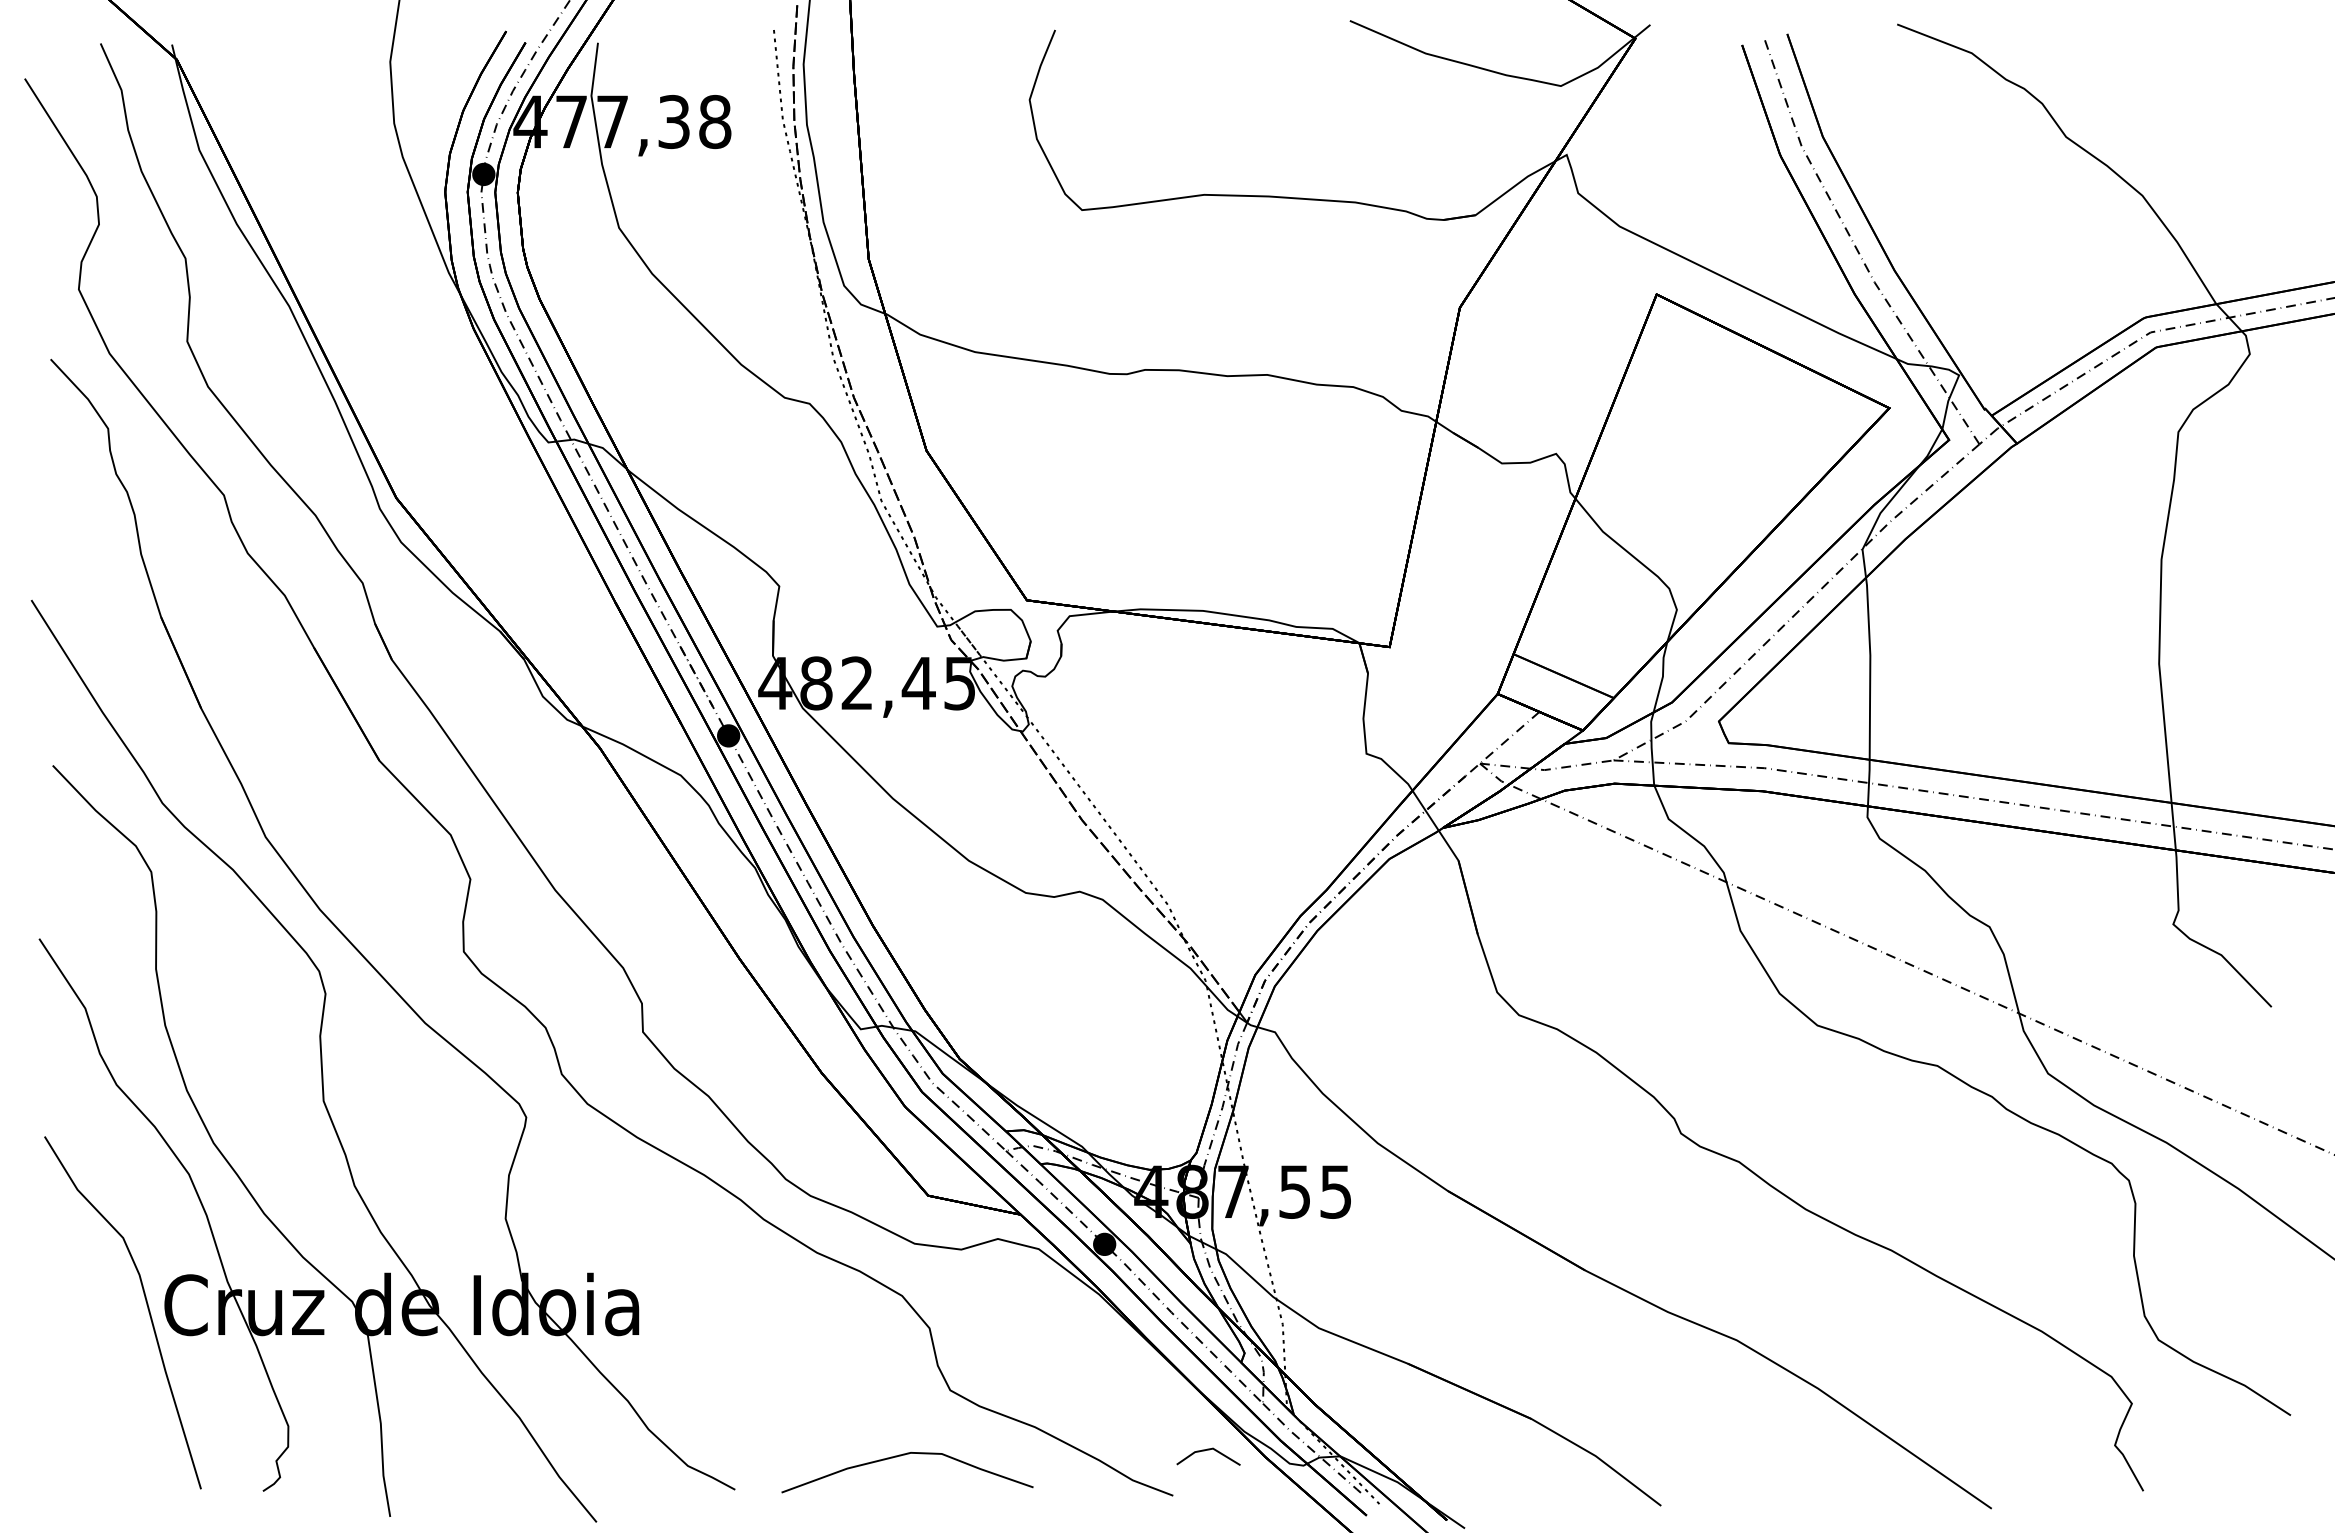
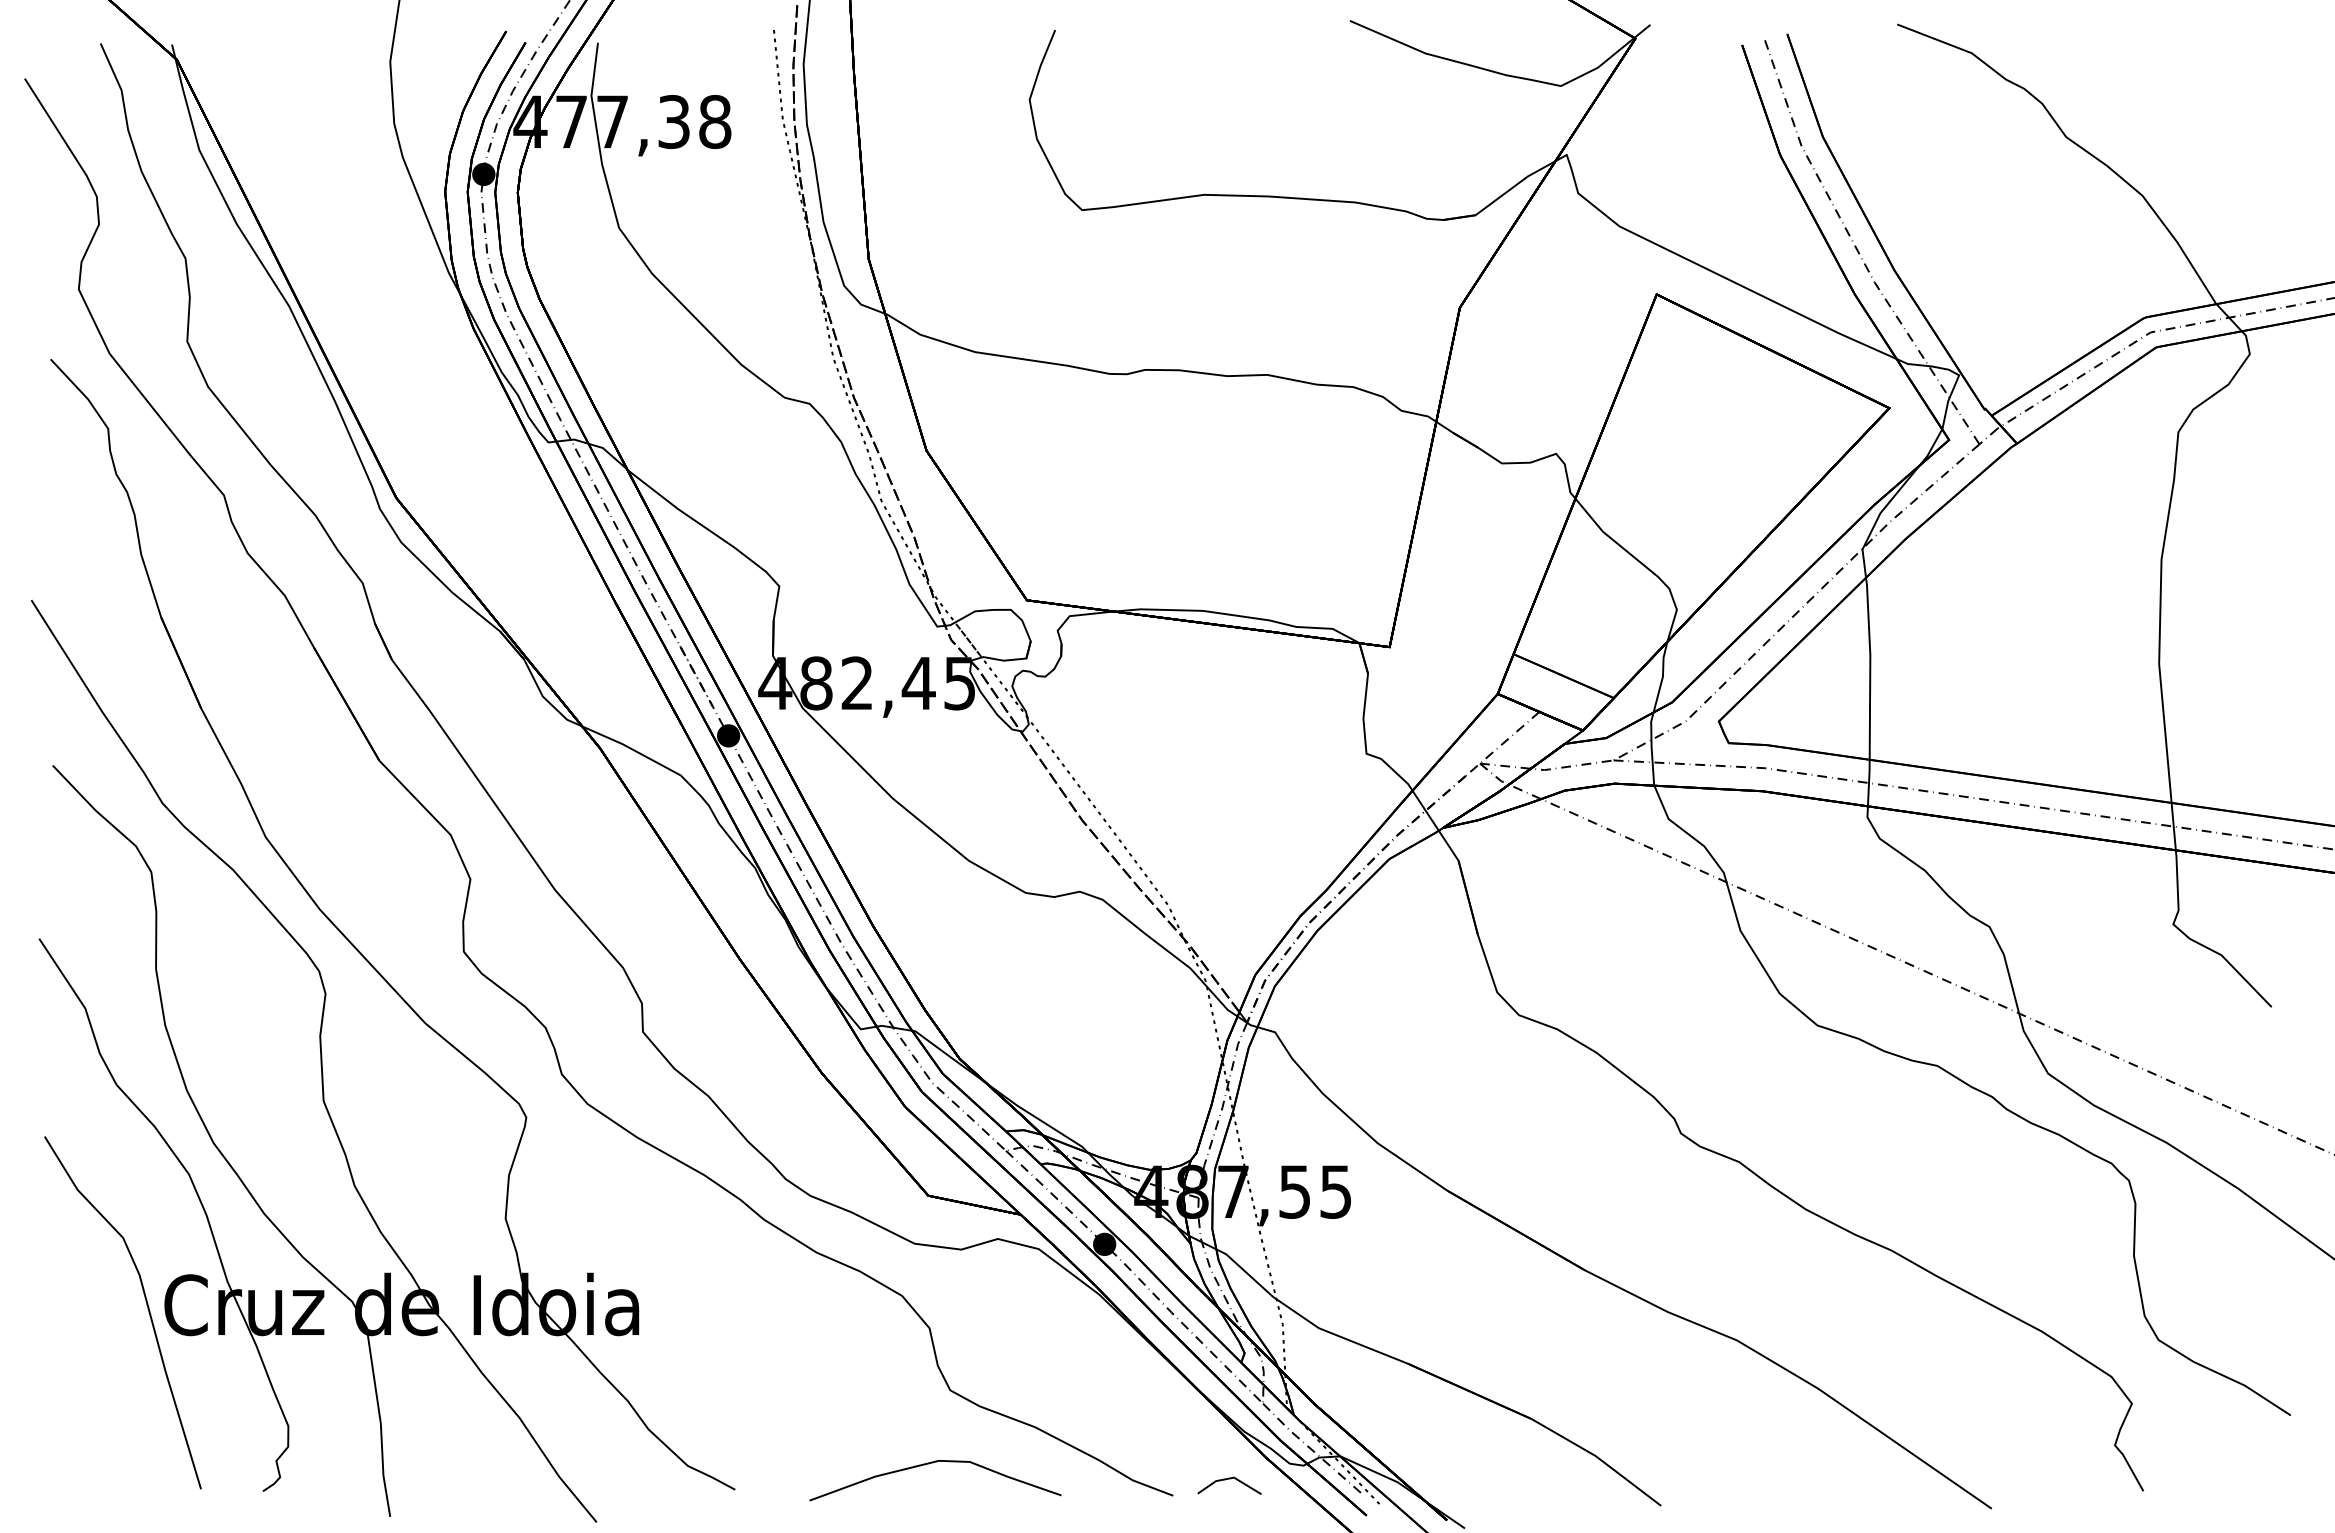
line at (1208, 1450) position: (1208, 1450) -> (1229, 1479)
curve at (901, 1456) position: (901, 1456) -> (929, 1464)
